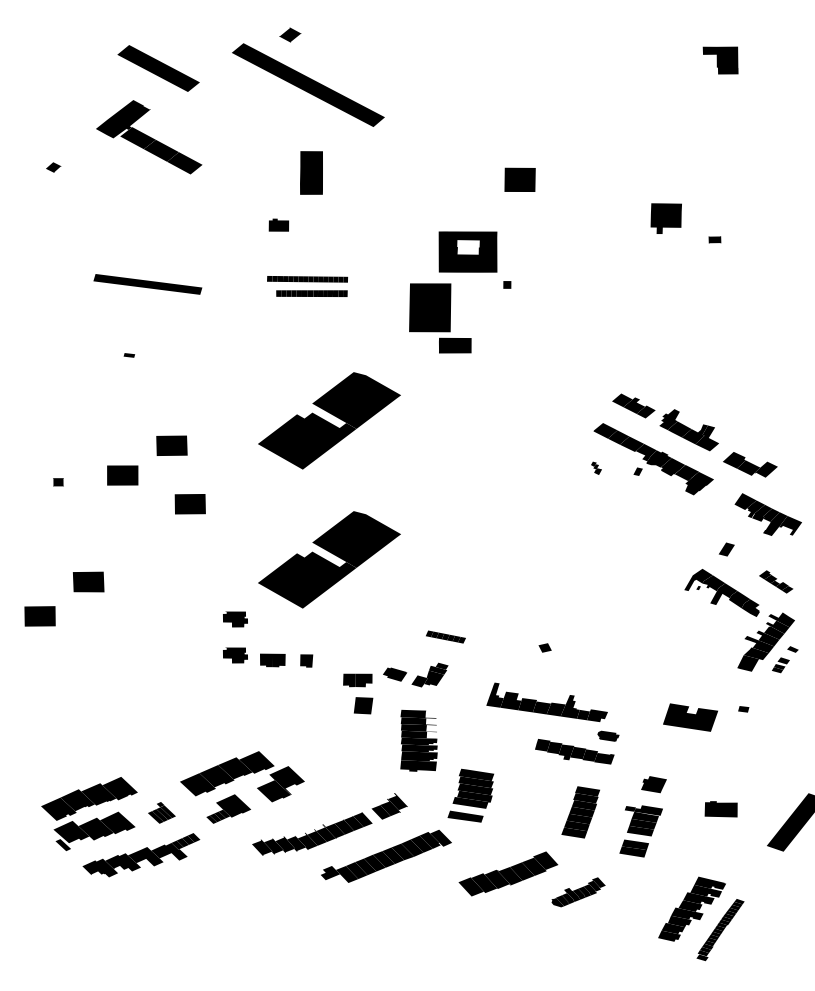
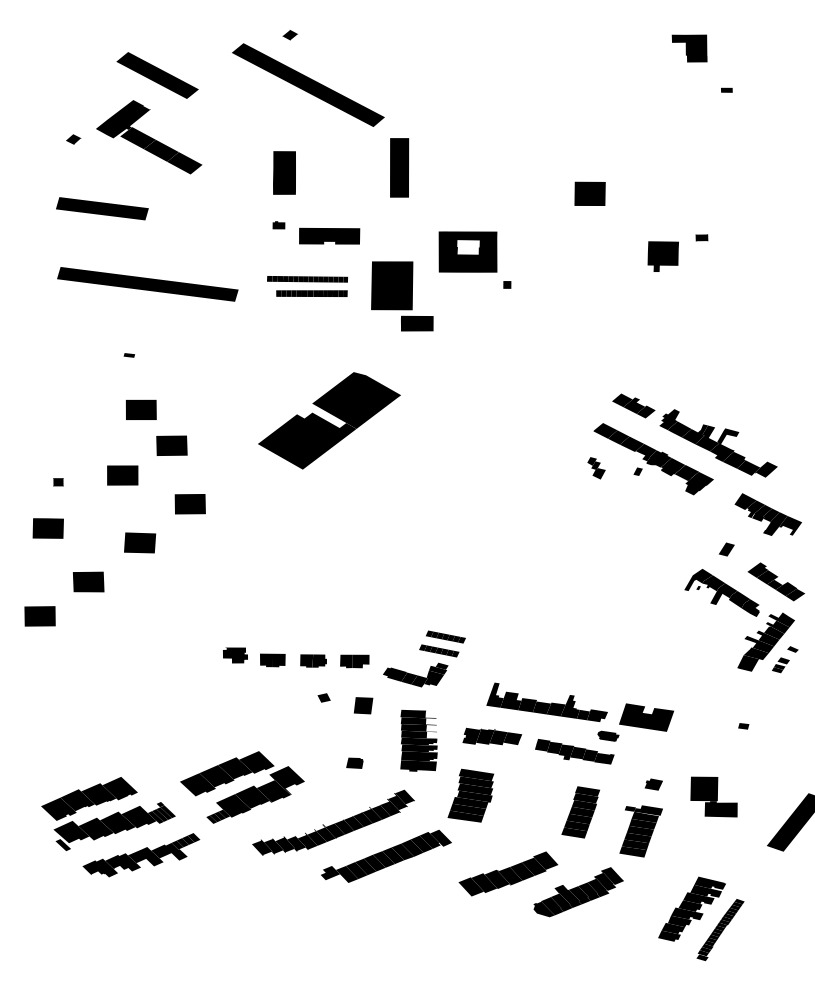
part at (290, 34) size: 23x16 px -> 16x11 px
part at (720, 60) position: (720, 60) -> (689, 48)
part at (158, 68) position: (158, 68) -> (157, 75)
fill at (726, 89): none -> present
part at (53, 167) position: (53, 167) -> (73, 139)
part at (399, 167): none -> present
part at (311, 172) position: (311, 172) -> (284, 172)
part at (519, 179) position: (519, 179) -> (589, 193)
part at (102, 208): none -> present
part at (665, 218) position: (665, 218) -> (662, 256)
part at (278, 224) size: 22x14 px -> 14x9 px
fill at (329, 235): none -> present
part at (714, 239) position: (714, 239) -> (701, 237)
part at (147, 284) size: 110x21 px -> 182x35 px
part at (440, 318) position: (440, 318) -> (402, 296)
fill at (140, 409): none -> present
fill at (724, 444): none -> present
part at (596, 467) size: 11x14 px -> 19x23 px
fill at (48, 528): none -> present
part at (140, 542): none -> present
part at (329, 559): present -> none
part at (776, 581) size: 35x24 px -> 58x40 px
part at (235, 619): present -> none
part at (544, 647) position: (544, 647) -> (323, 697)
part at (439, 650): none -> present
fill at (319, 660): none -> present
fill at (409, 678): none -> present
part at (357, 680) position: (357, 680) -> (354, 661)
part at (743, 709) position: (743, 709) -> (743, 726)
part at (690, 717) position: (690, 717) -> (646, 717)
part at (492, 736): none -> present
part at (354, 762): none -> present
part at (653, 784) size: 26x18 px -> 19x13 px
fill at (704, 788): none -> present
fill at (253, 796): none -> present
fill at (405, 796): none -> present
fill at (468, 809): none -> present
fill at (372, 814): none -> present
fill at (138, 816): none -> present
fill at (637, 837): none -> present
part at (578, 892) size: 55x31 px -> 91x51 px
